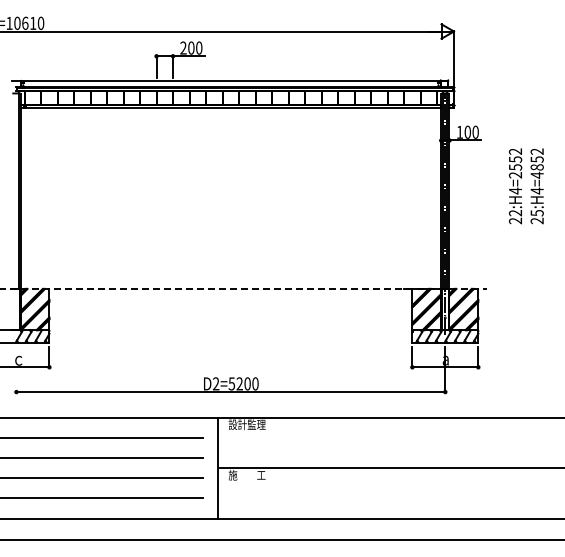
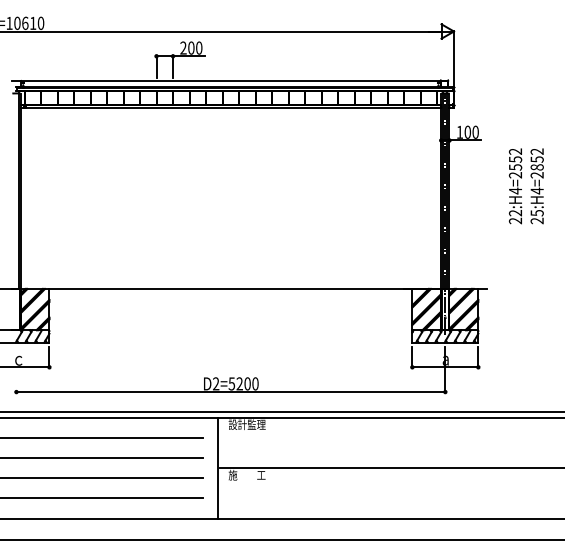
text at (536, 174): 25:H4=4852 -> 25:H4=2852
line at (243, 288): dashed -> solid
line at (281, 411): none -> present
